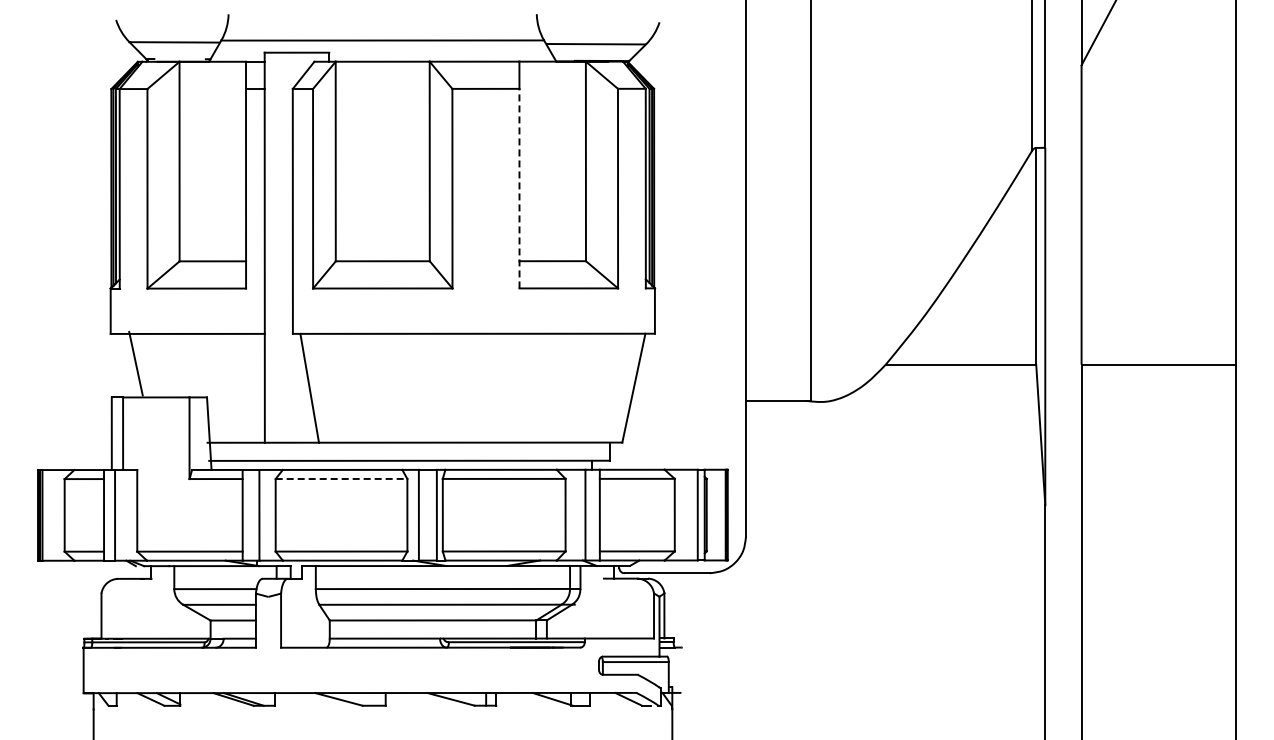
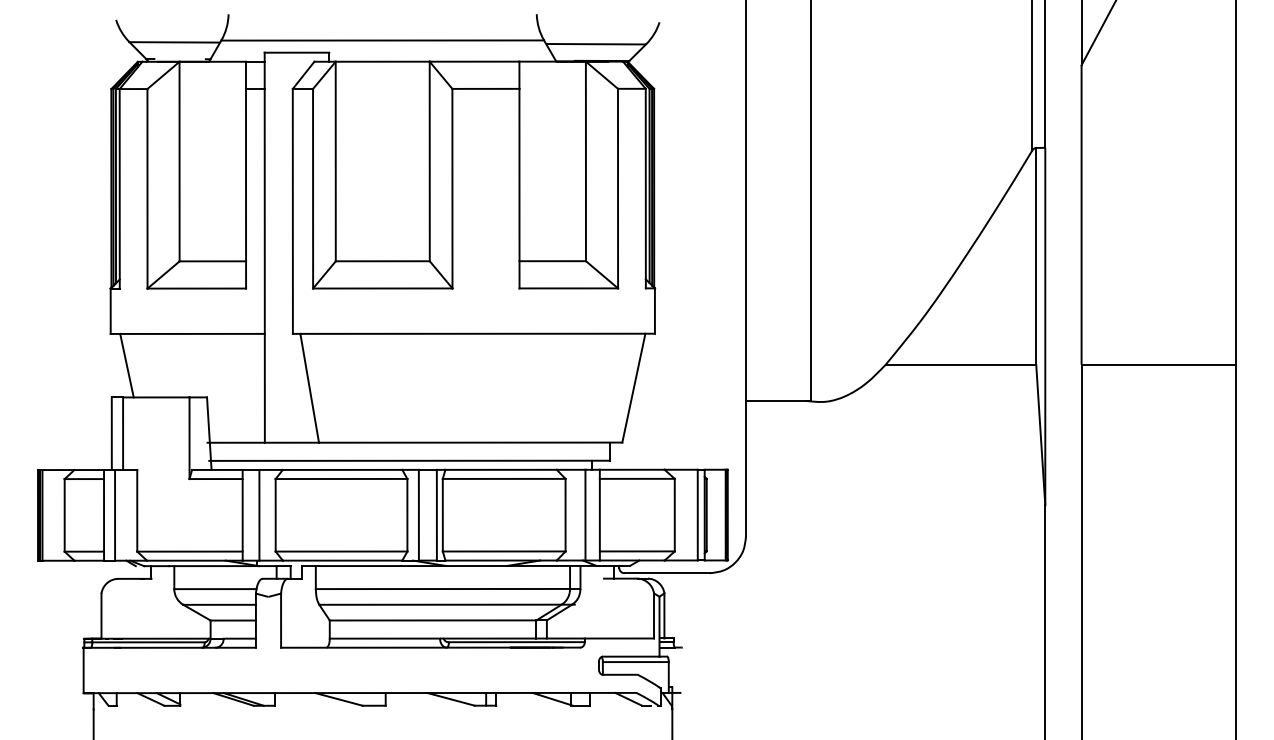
line at (519, 188): dashed -> solid
line at (135, 363) position: (135, 363) -> (126, 365)
line at (341, 478): dashed -> solid
